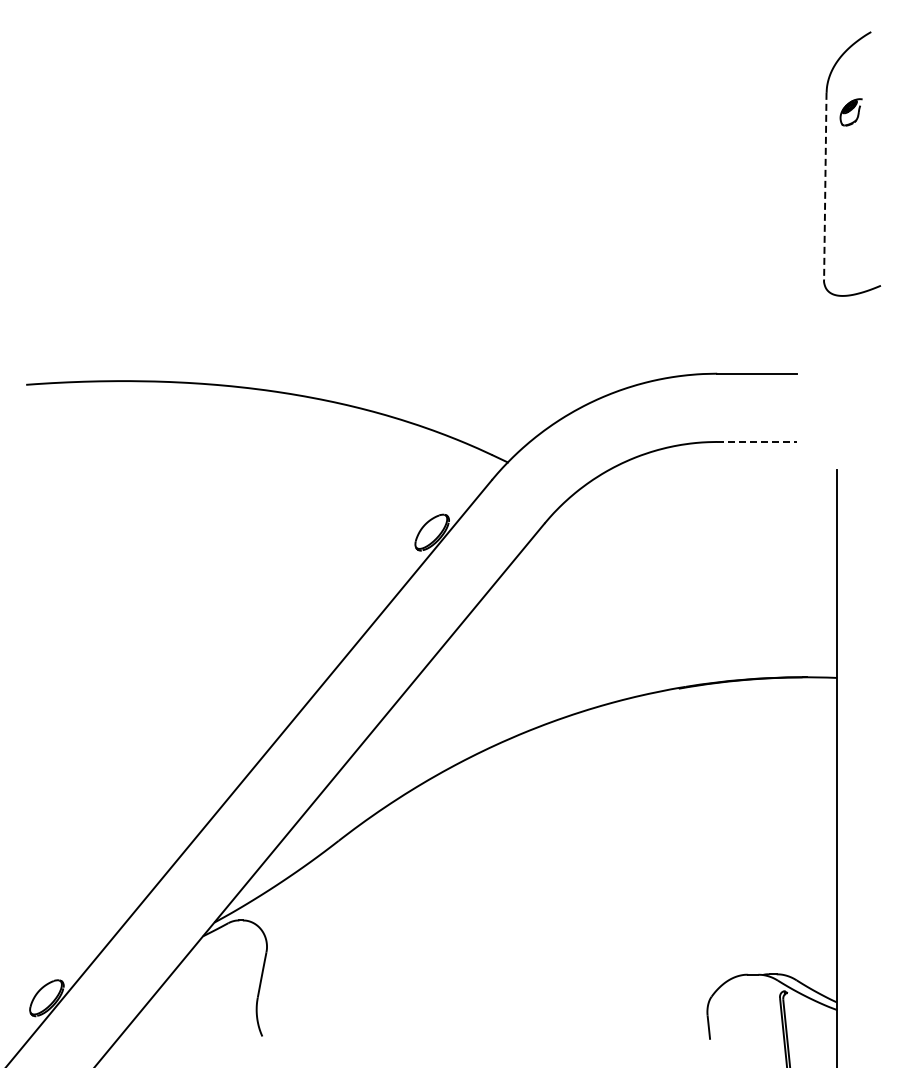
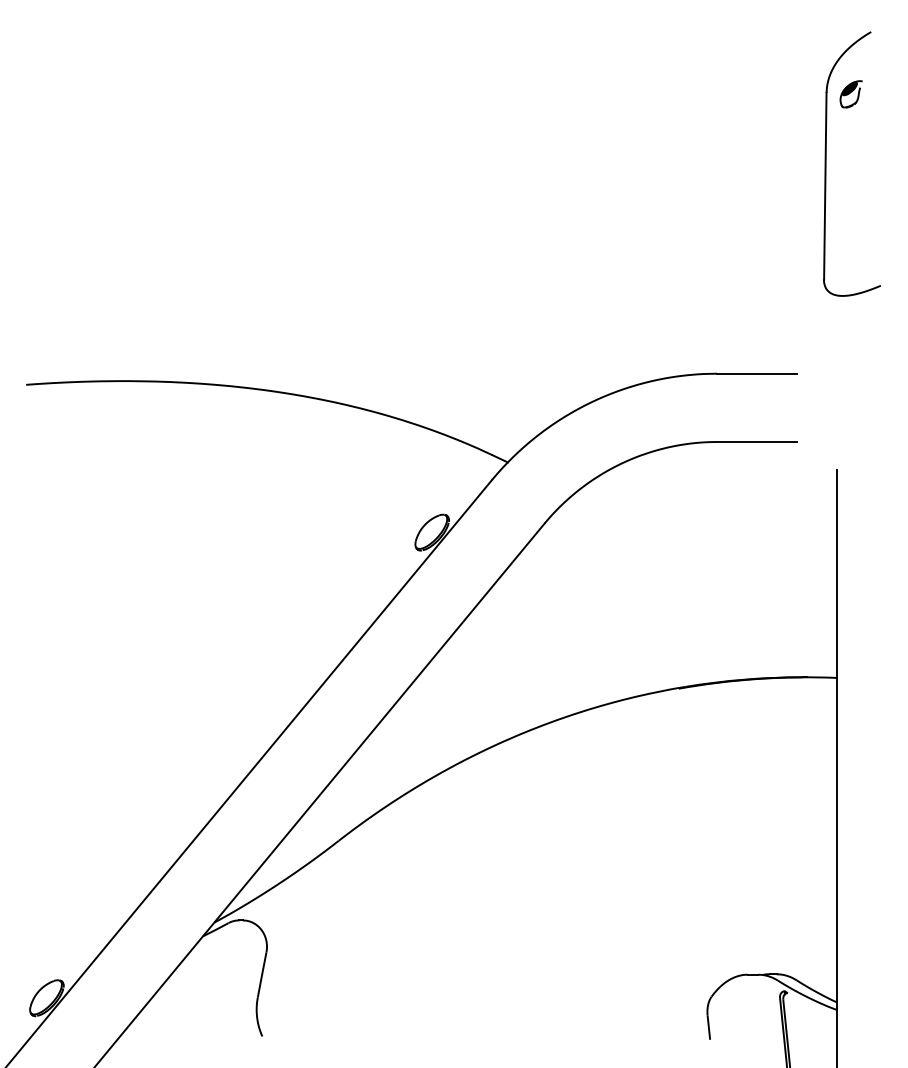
part at (850, 112) position: (850, 112) -> (850, 94)
line at (825, 186): dashed -> solid
line at (757, 441): dashed -> solid
